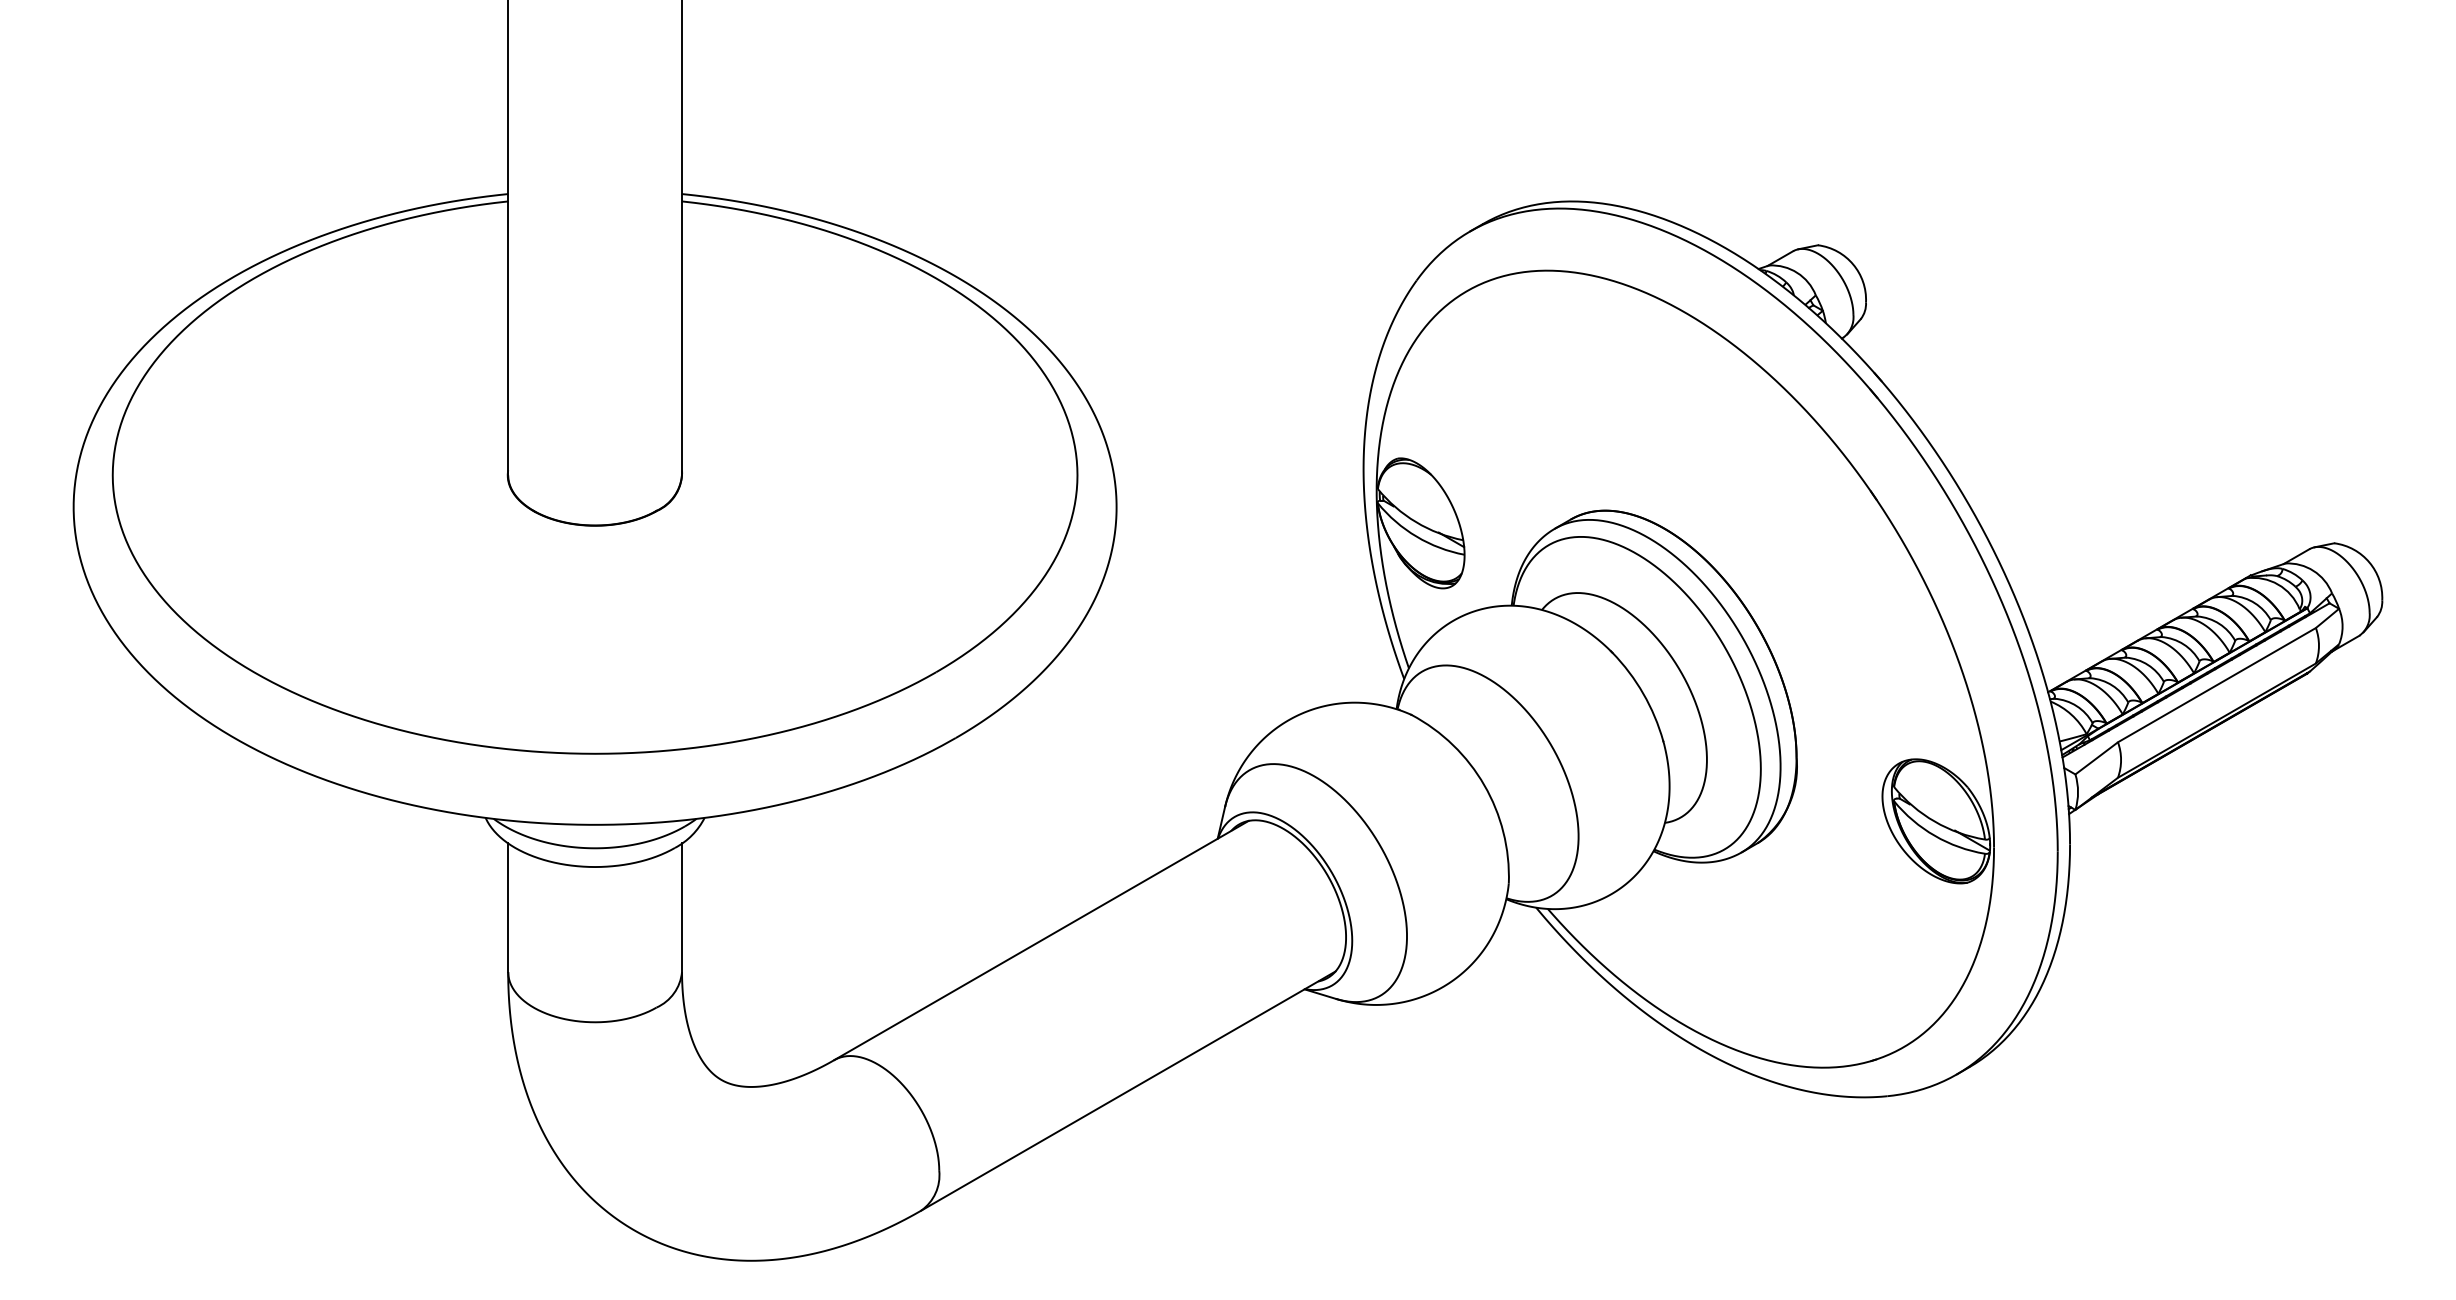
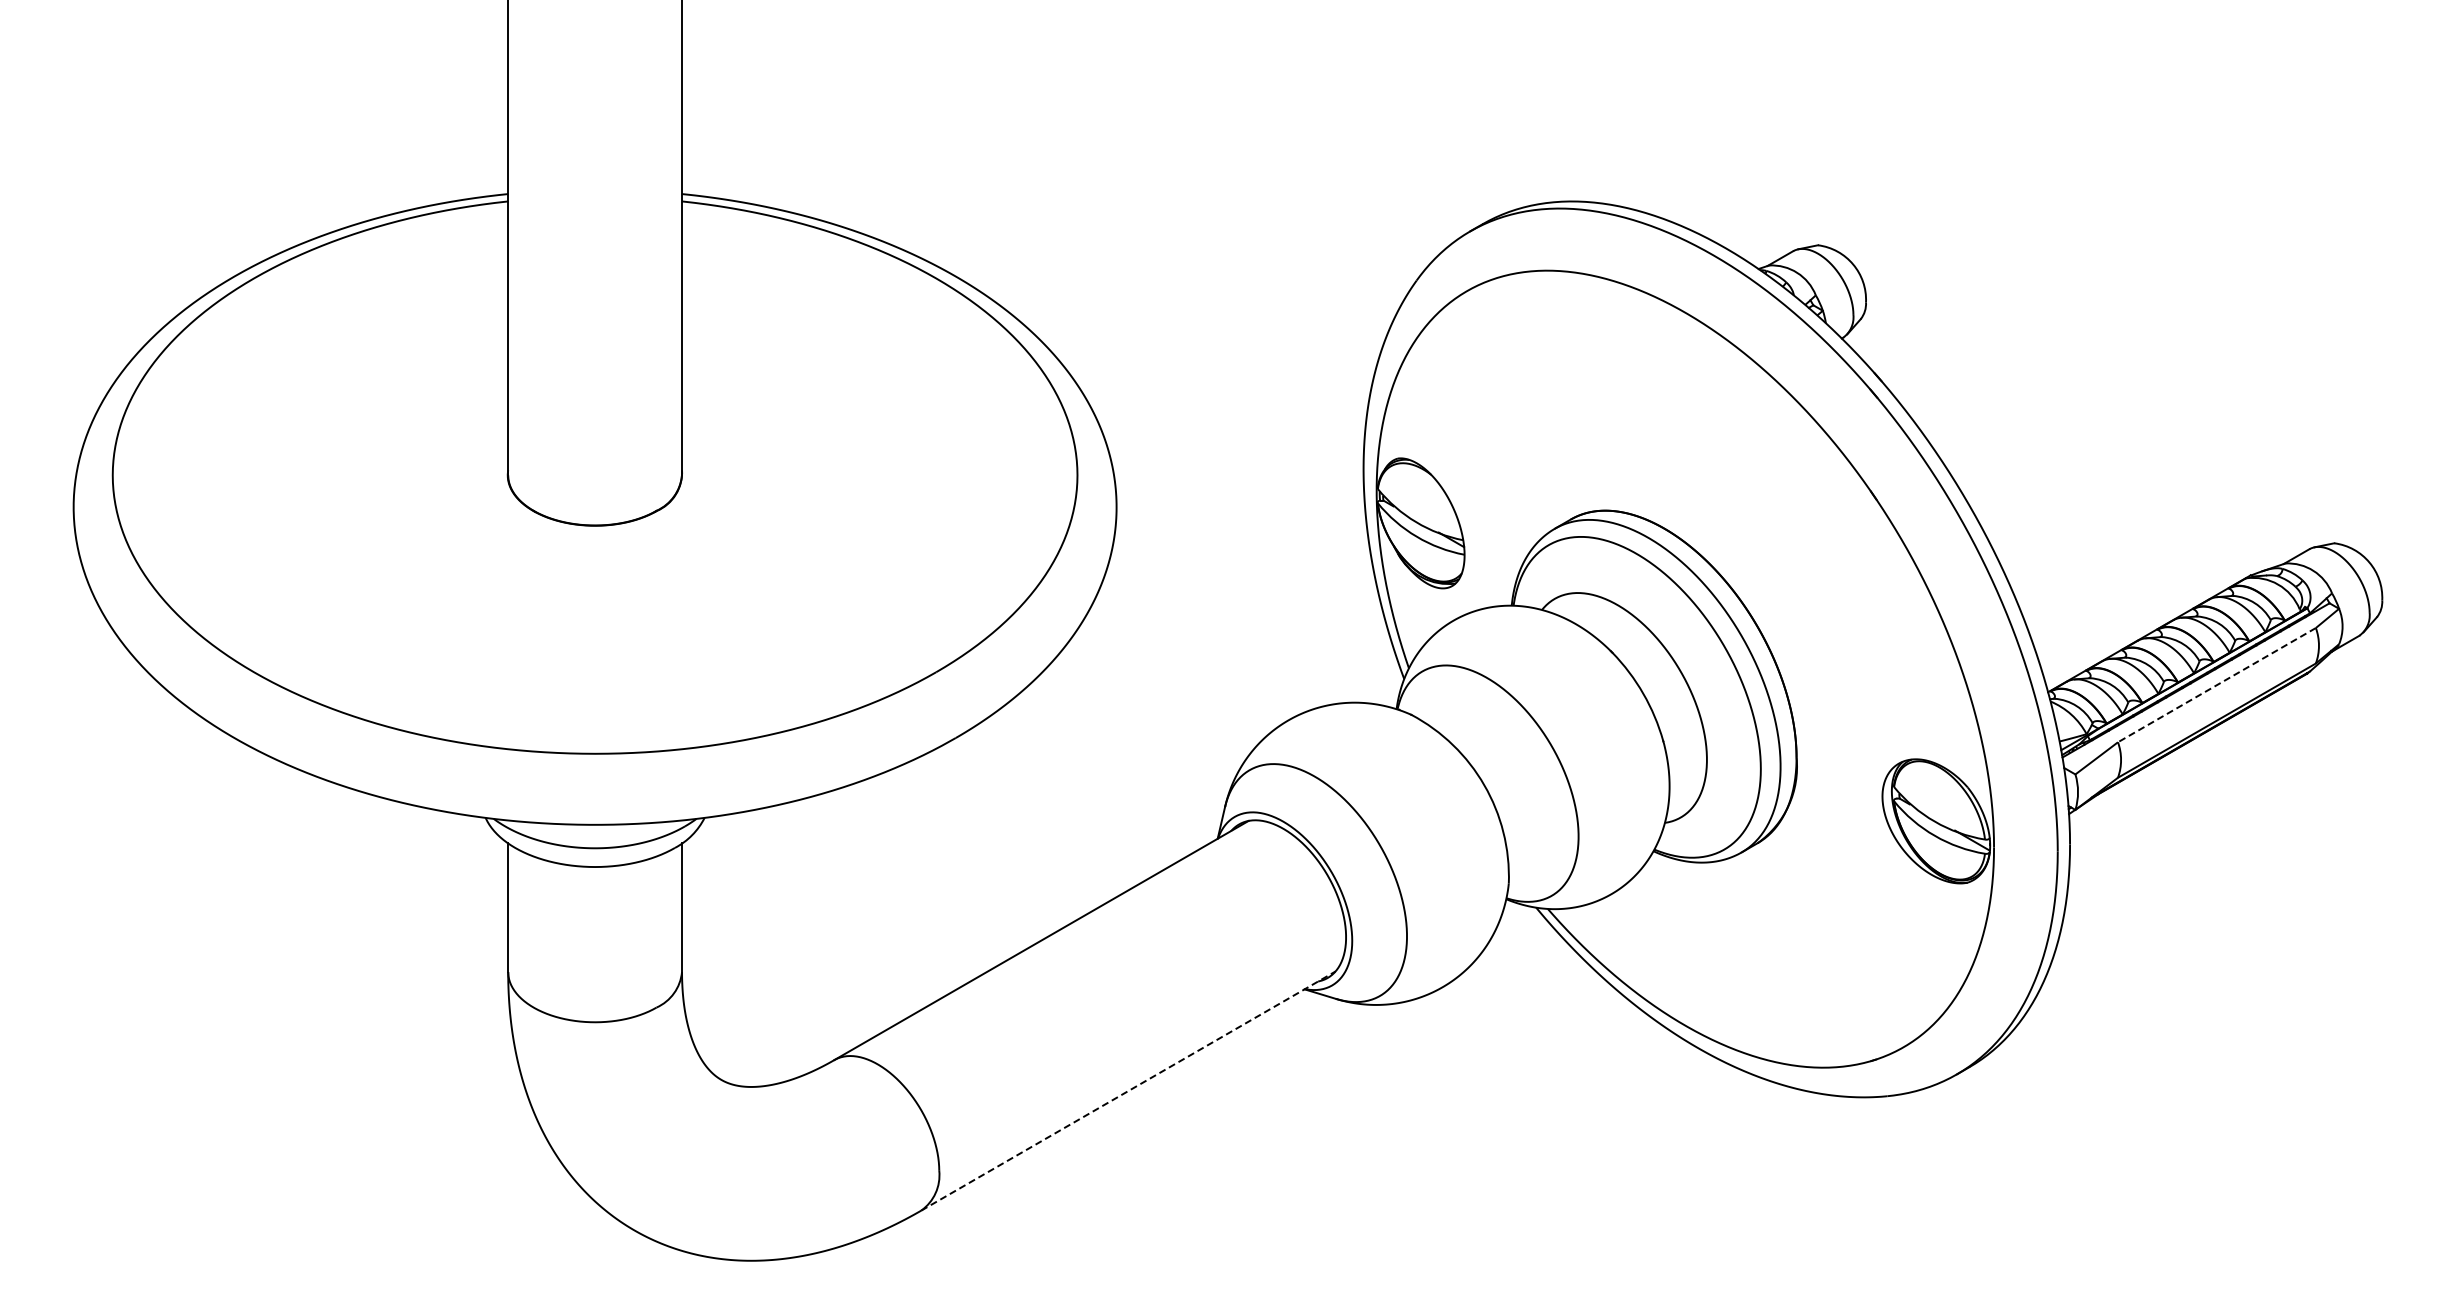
line at (2216, 685): solid -> dashed
line at (1128, 1090): solid -> dashed
